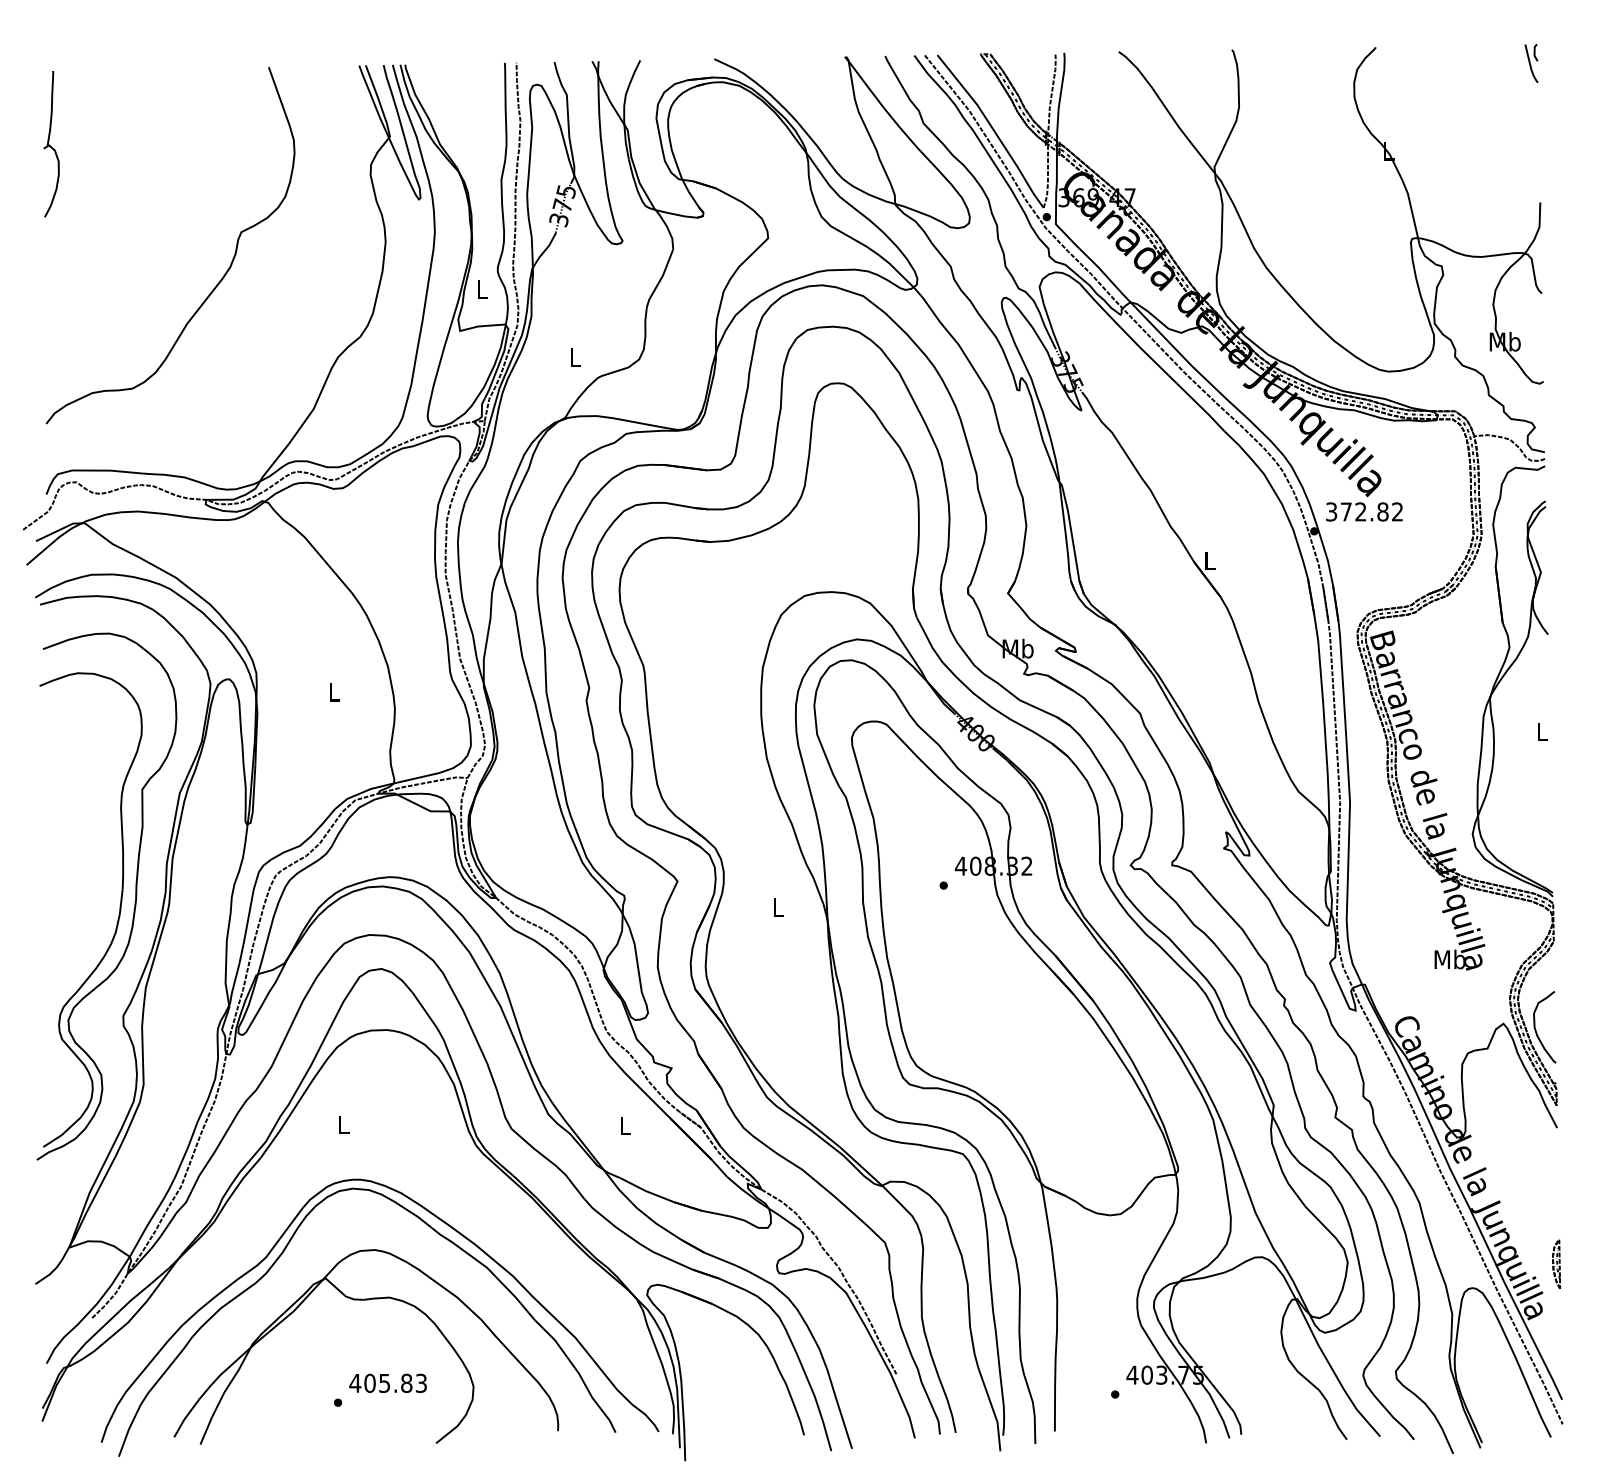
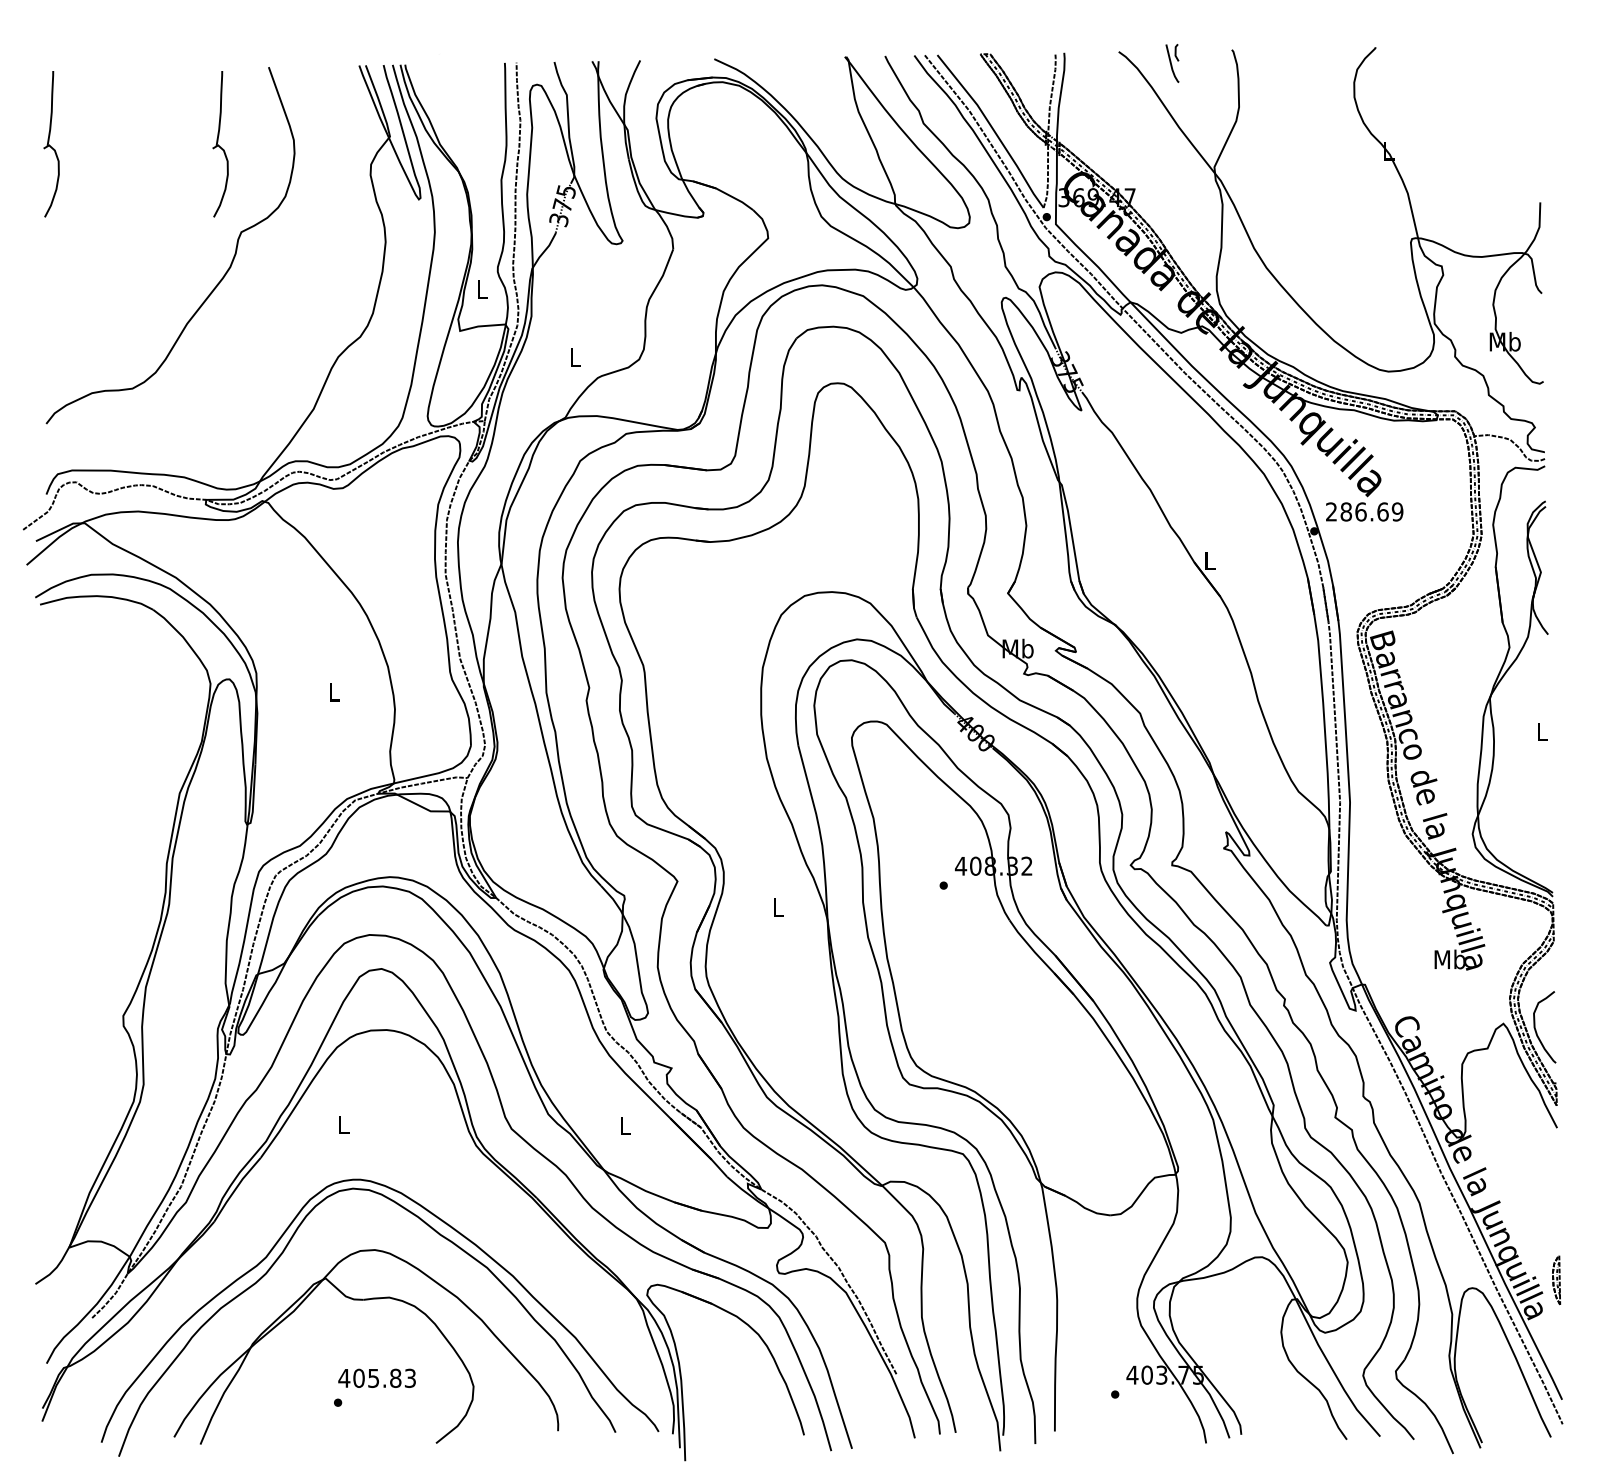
part at (1531, 63) position: (1531, 63) -> (1172, 63)
part at (220, 144): none -> present
text at (1364, 511): 372.82 -> 286.69
part at (120, 897): present -> none
part at (1556, 1264) position: (1556, 1264) -> (1556, 1280)
text at (387, 1382) position: (387, 1382) -> (376, 1377)
